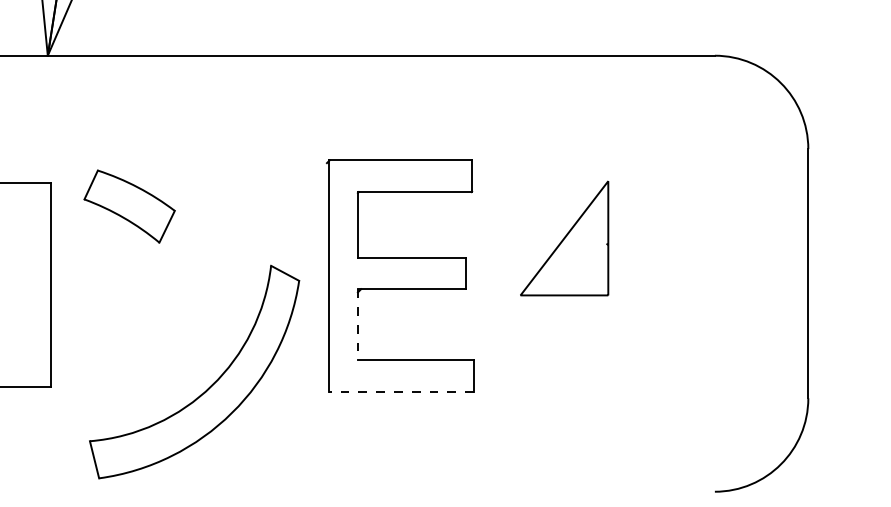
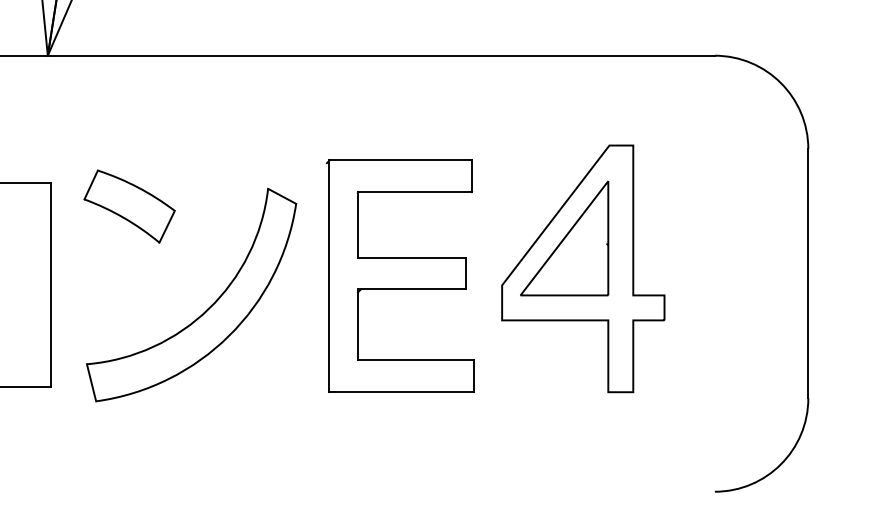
curve at (632, 268): none -> present
line at (357, 324): dashed -> solid
part at (209, 386) position: (209, 386) -> (206, 309)
line at (401, 392): dashed -> solid
